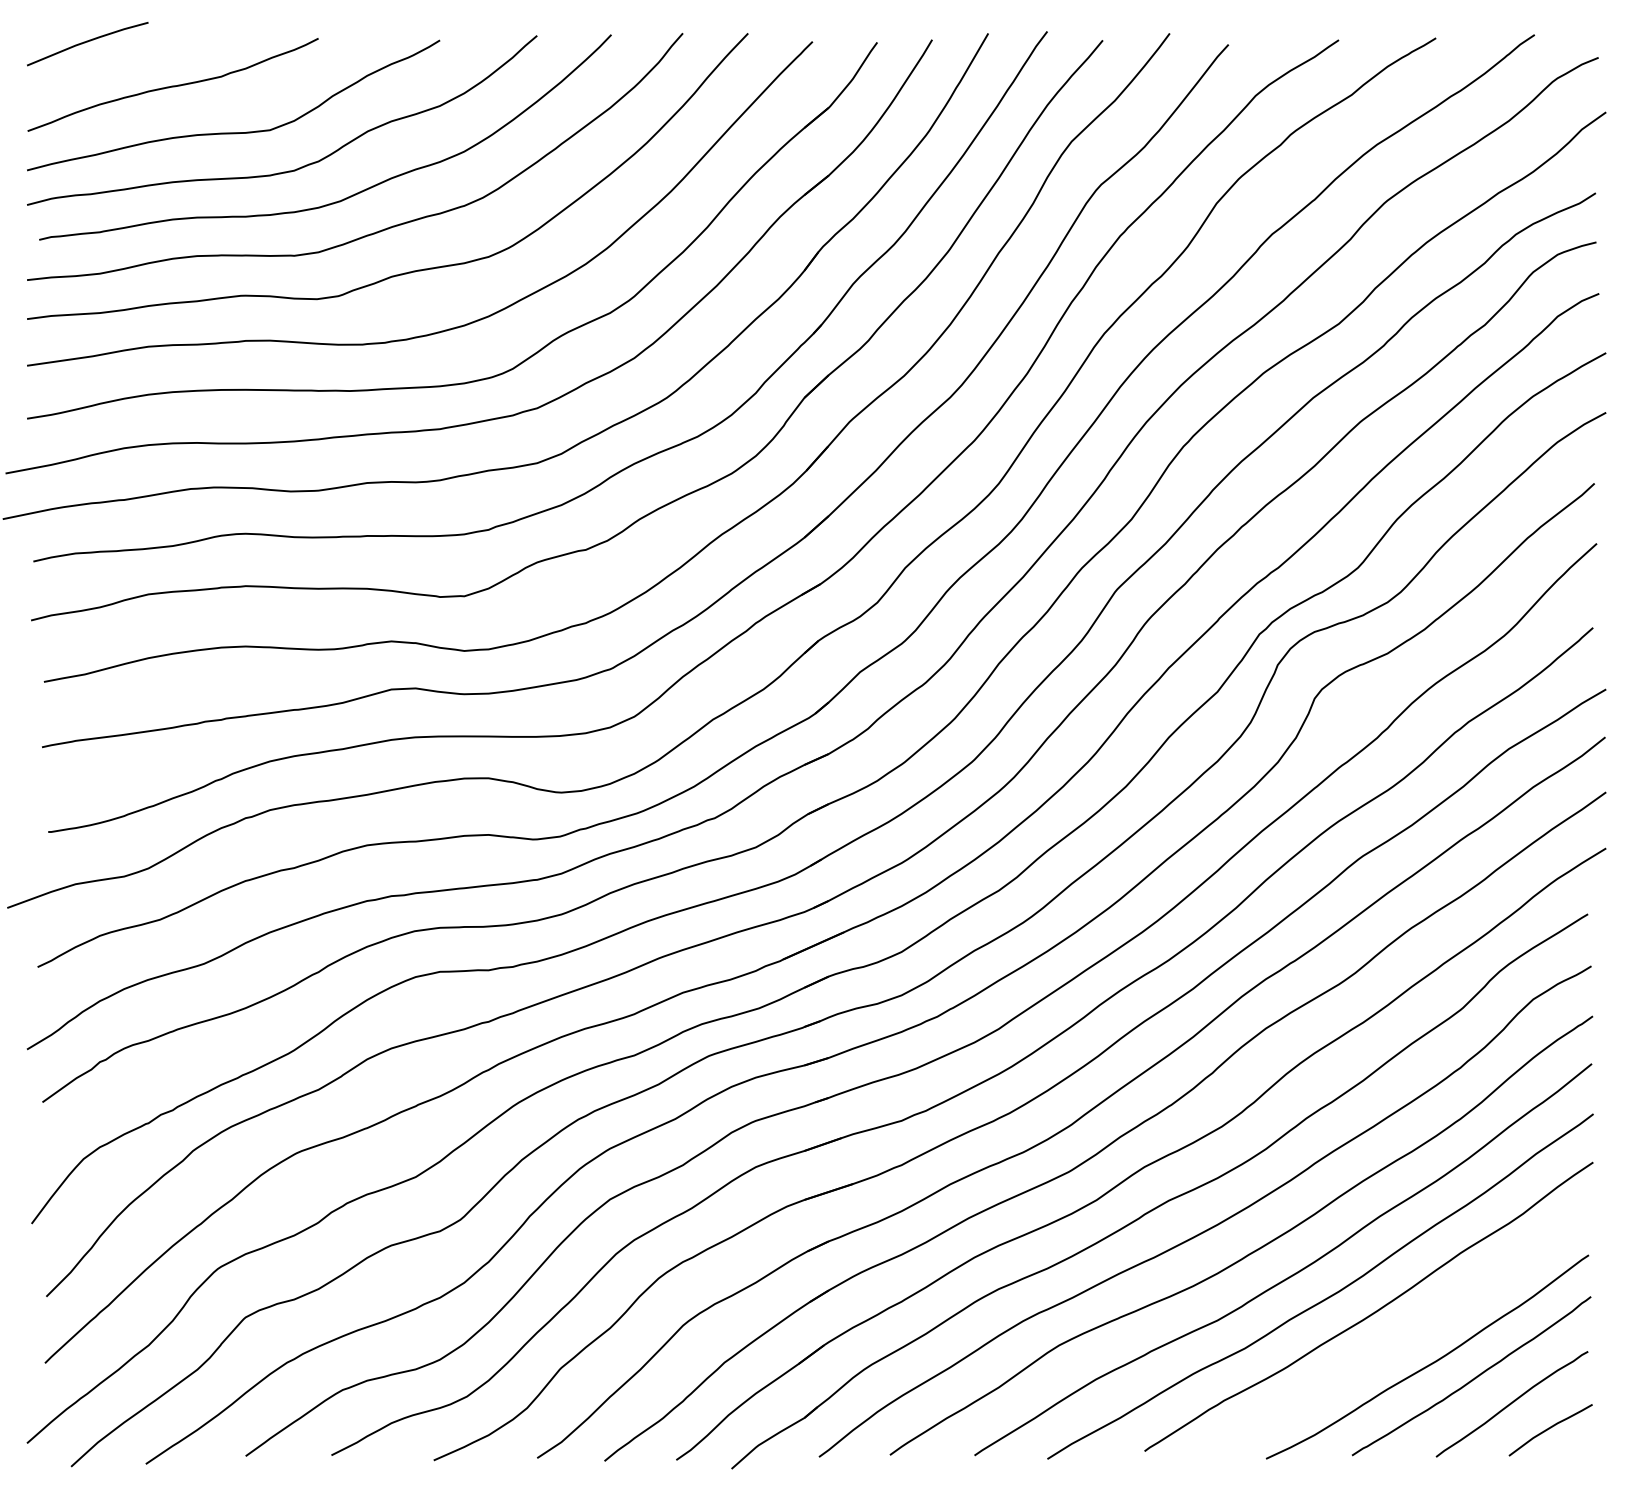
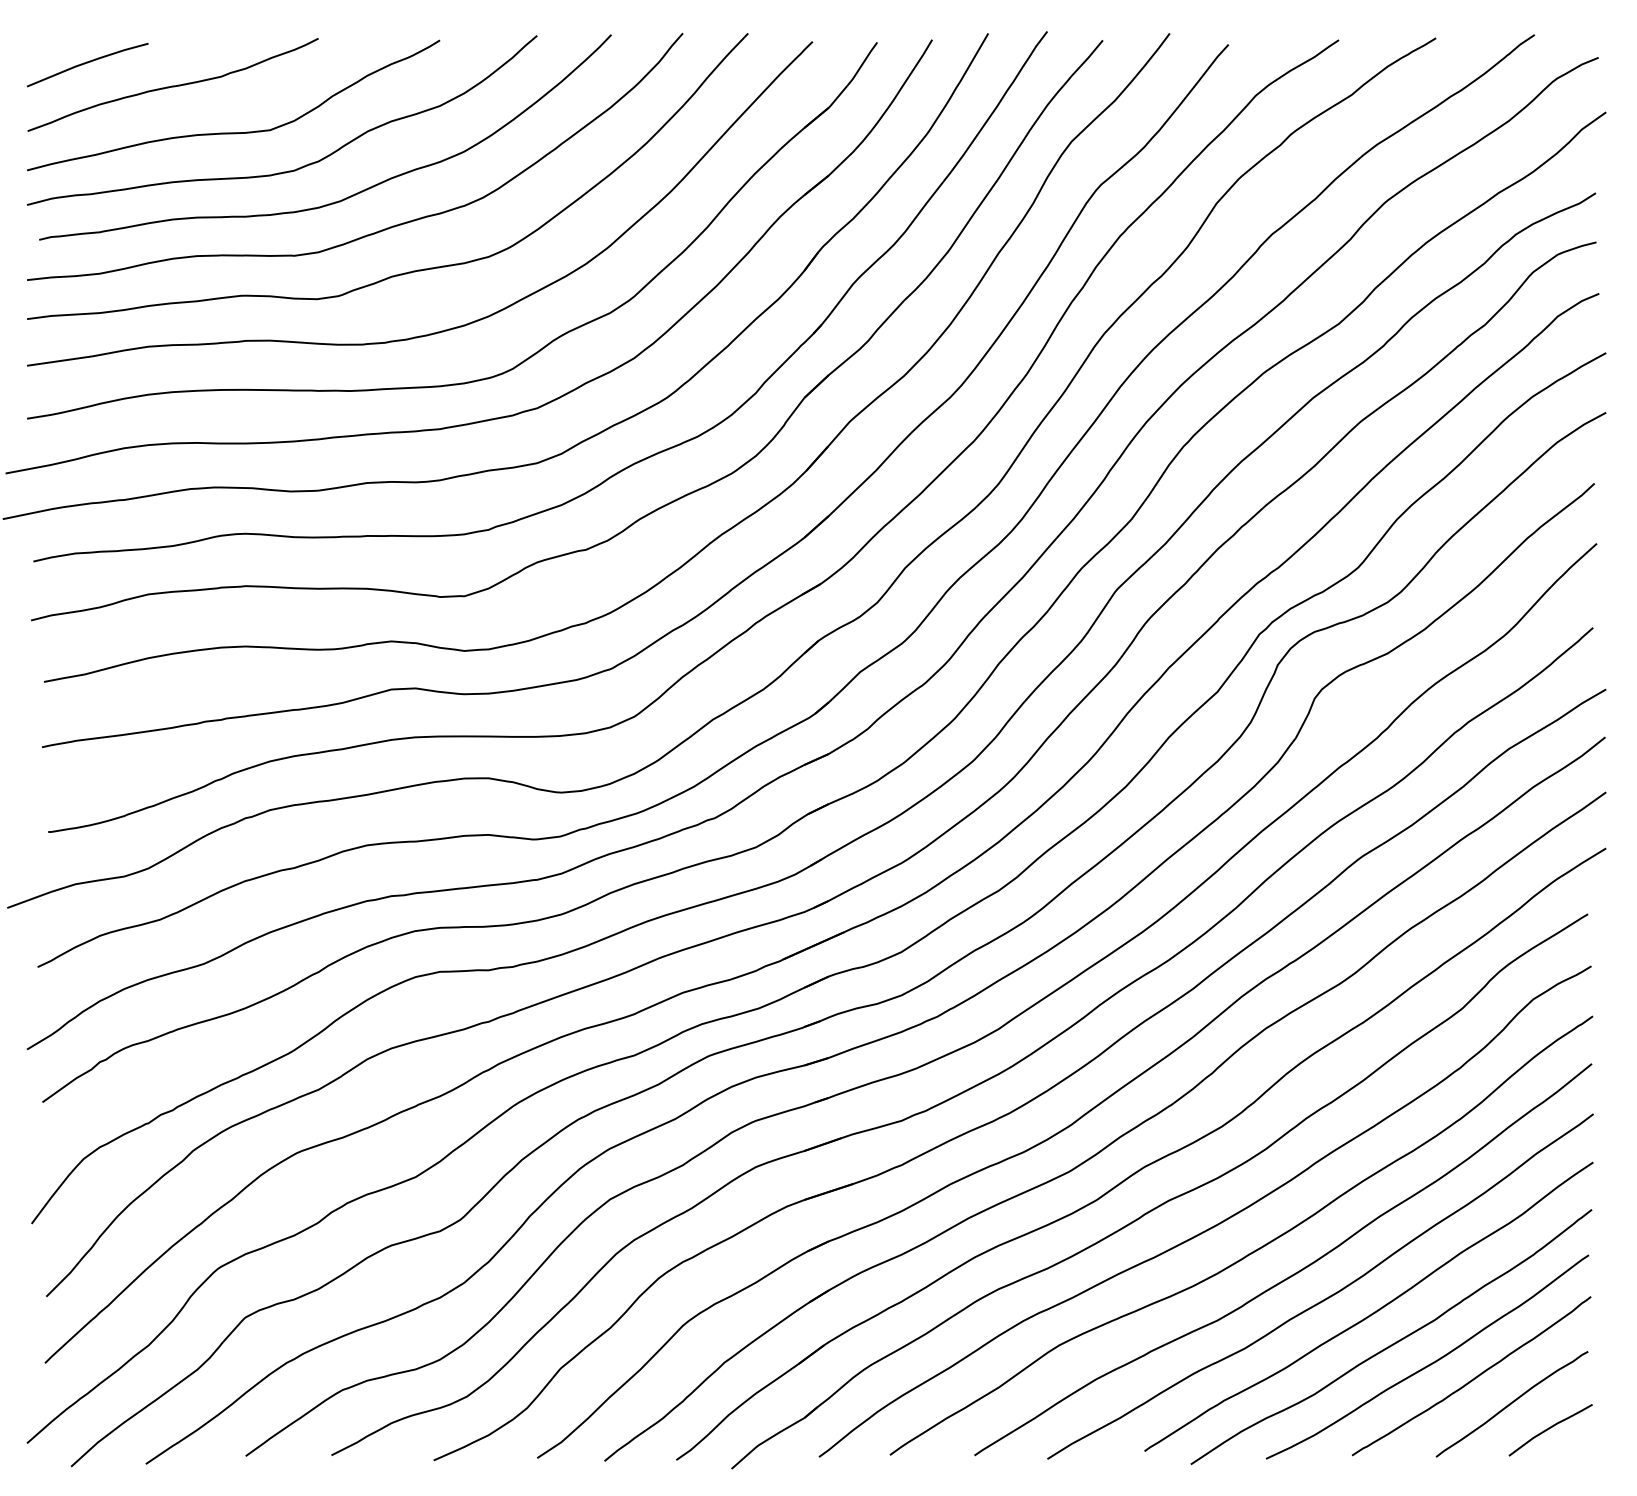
line at (87, 42) position: (87, 42) -> (87, 63)
curve at (1394, 1342): none -> present
